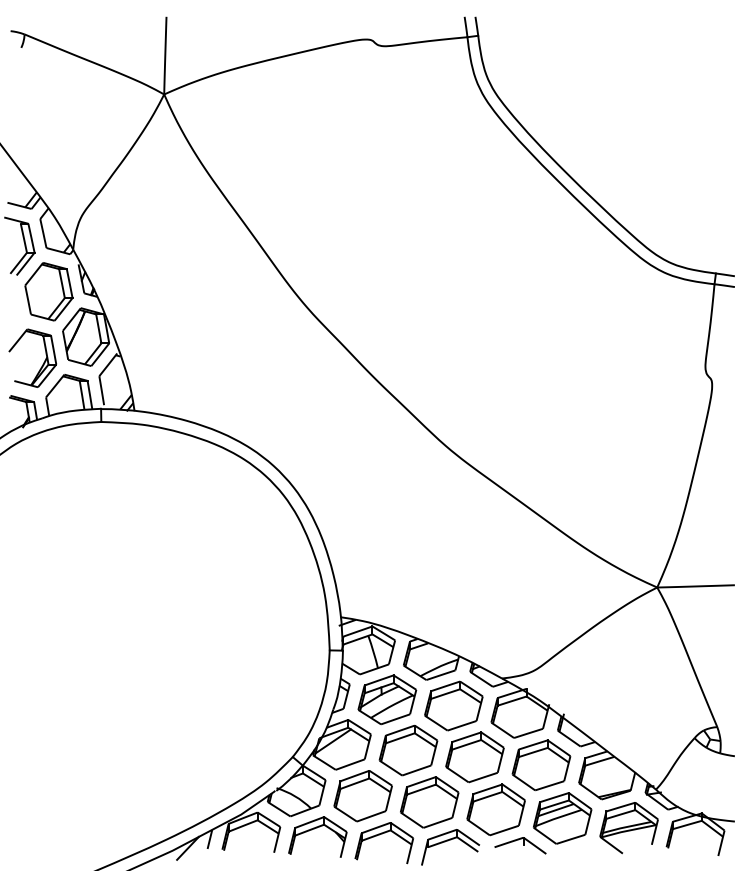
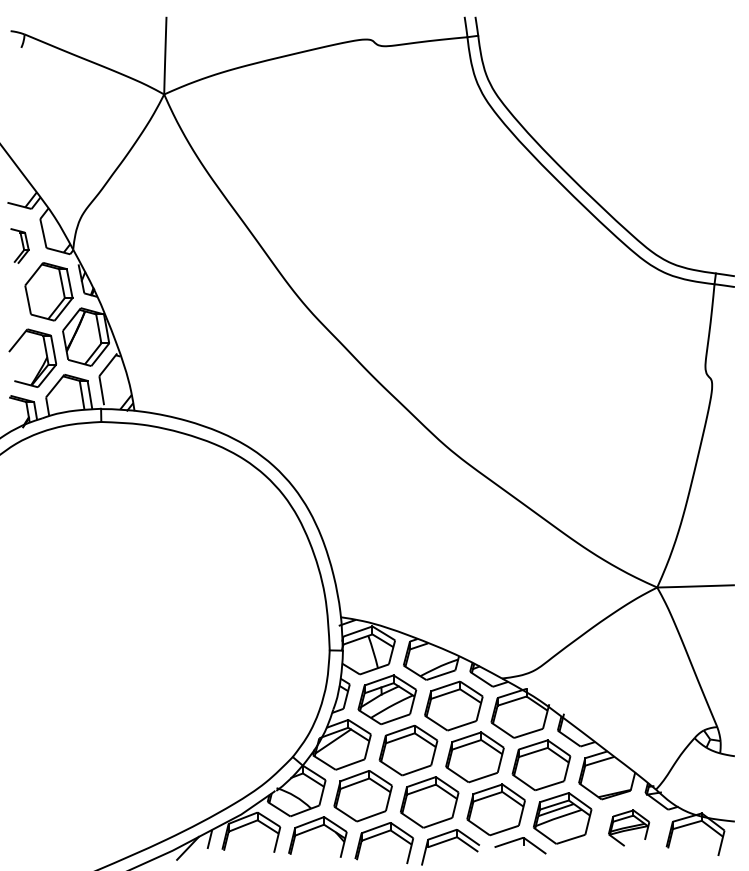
part at (19, 245) size: 32x60 px -> 20x36 px
part at (628, 828) size: 60x53 px -> 43x38 px
